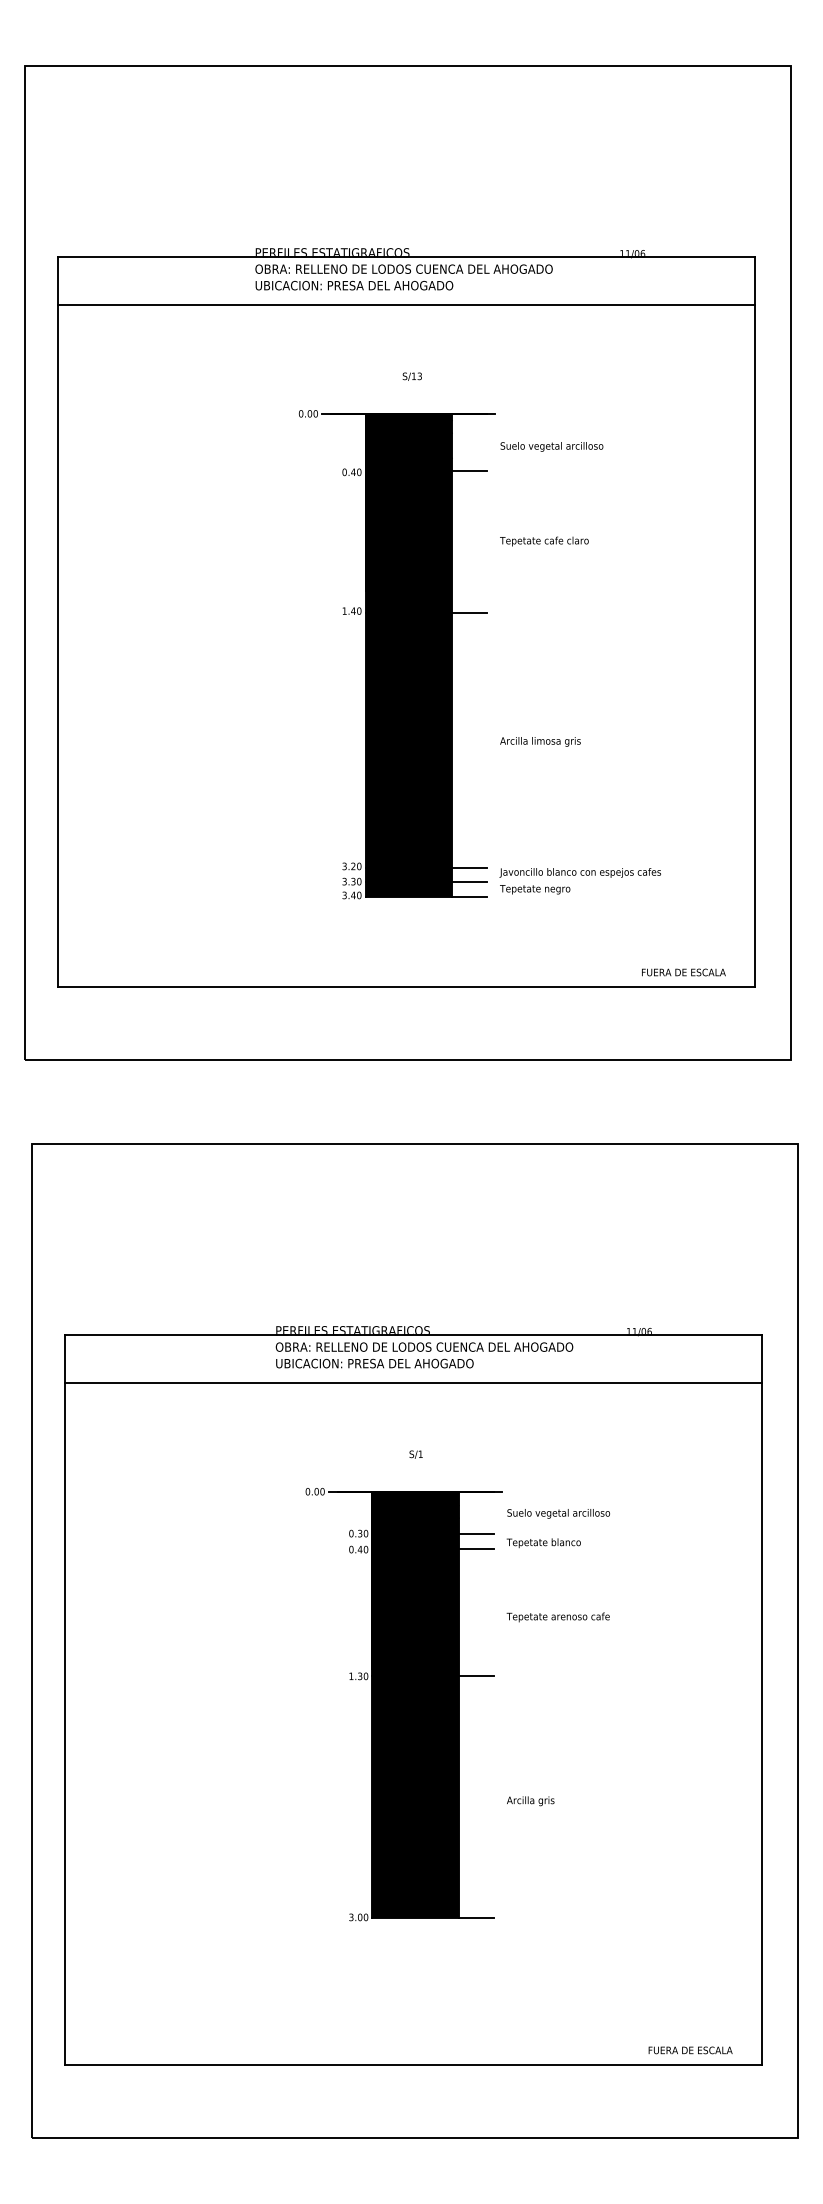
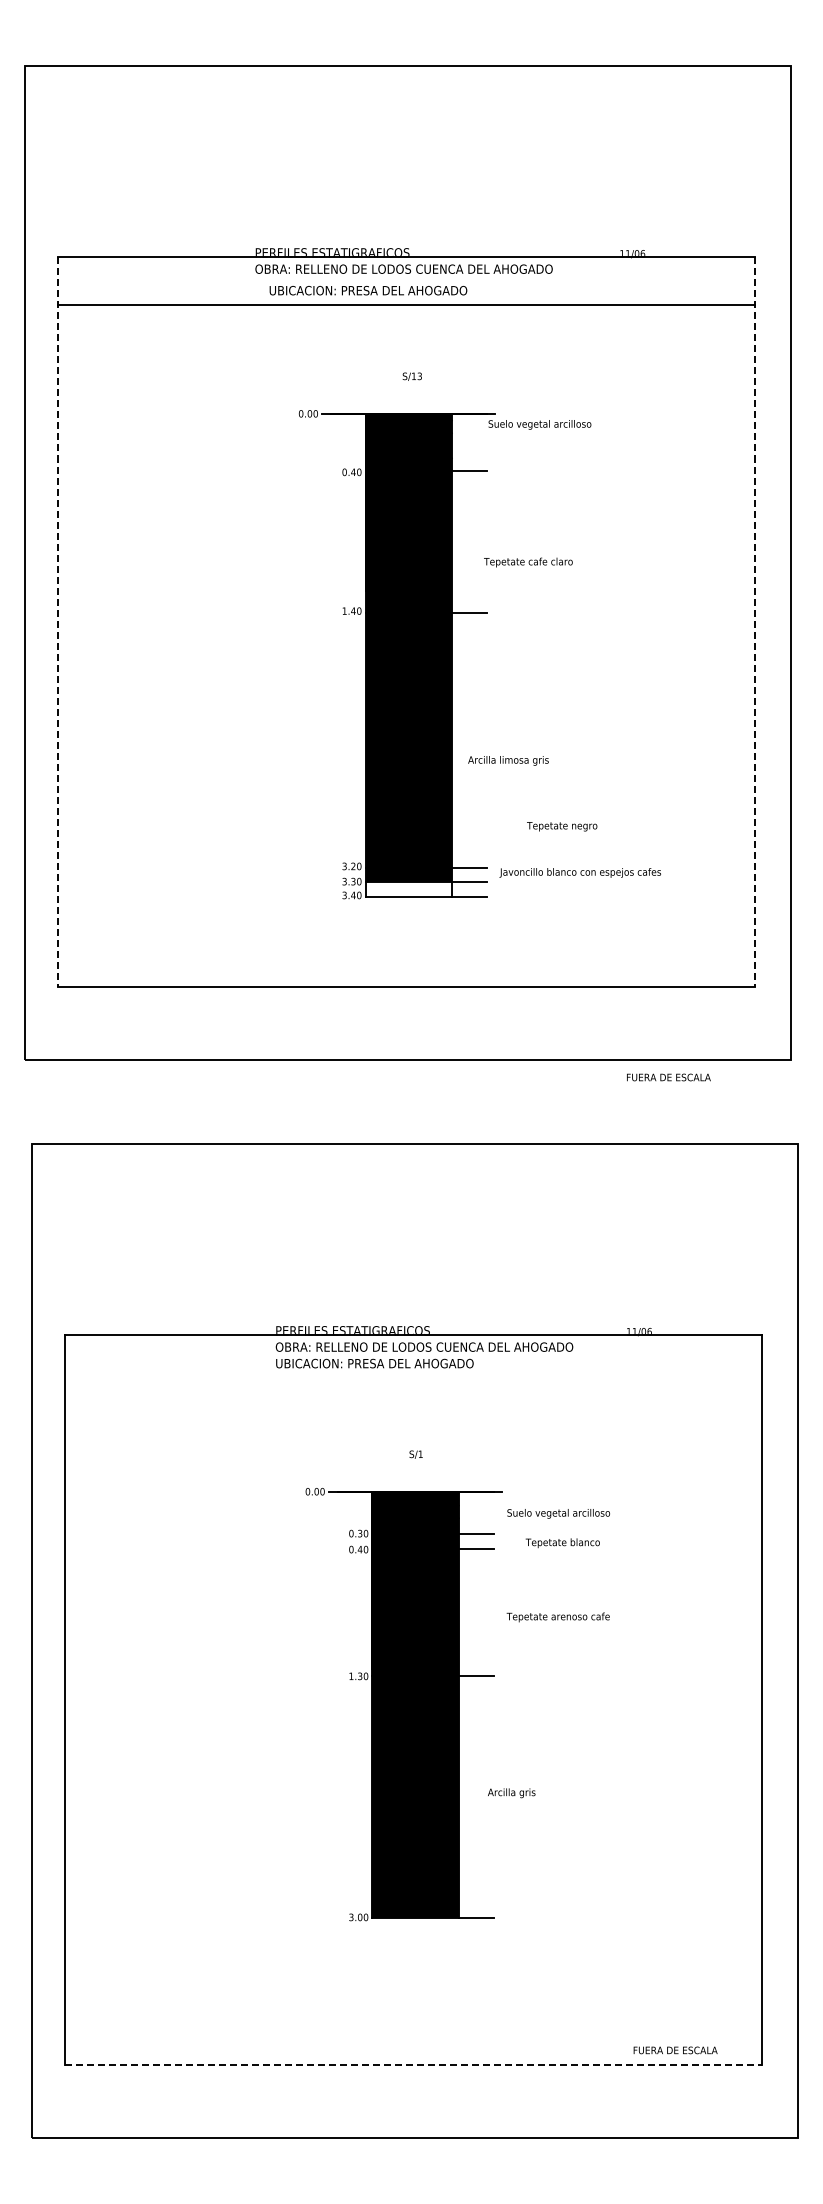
text at (354, 285) position: (354, 285) -> (368, 290)
text at (551, 446) position: (551, 446) -> (539, 424)
text at (544, 541) position: (544, 541) -> (528, 562)
line at (57, 622): solid -> dashed
line at (755, 622): solid -> dashed
text at (540, 741) position: (540, 741) -> (508, 760)
fill at (408, 889): present -> none
text at (535, 889) position: (535, 889) -> (562, 826)
text at (683, 972) position: (683, 972) -> (668, 1077)
line at (412, 1382): present -> none
text at (543, 1543) position: (543, 1543) -> (562, 1543)
text at (530, 1801) position: (530, 1801) -> (511, 1793)
text at (690, 2050) position: (690, 2050) -> (675, 2050)
line at (413, 2064): solid -> dashed
